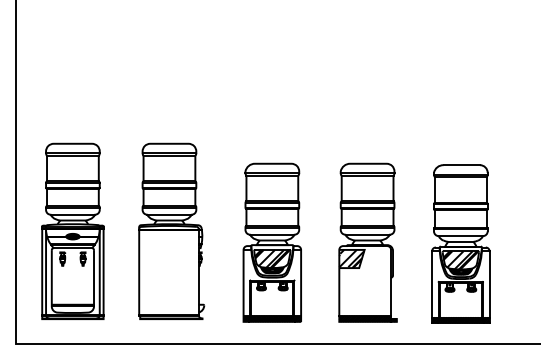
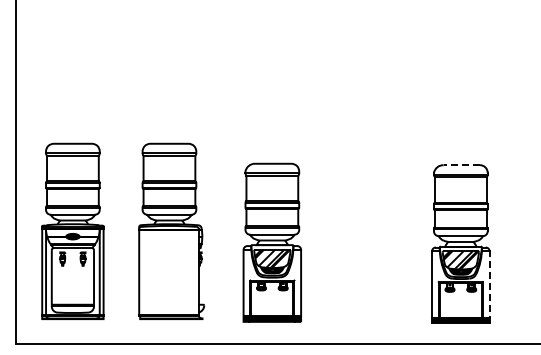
line at (461, 165): solid -> dashed
part at (367, 242): present -> none
line at (489, 287): solid -> dashed
